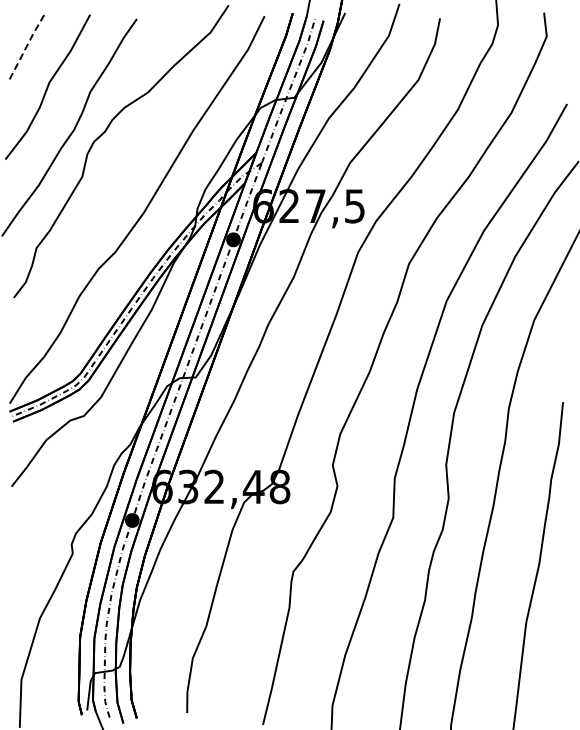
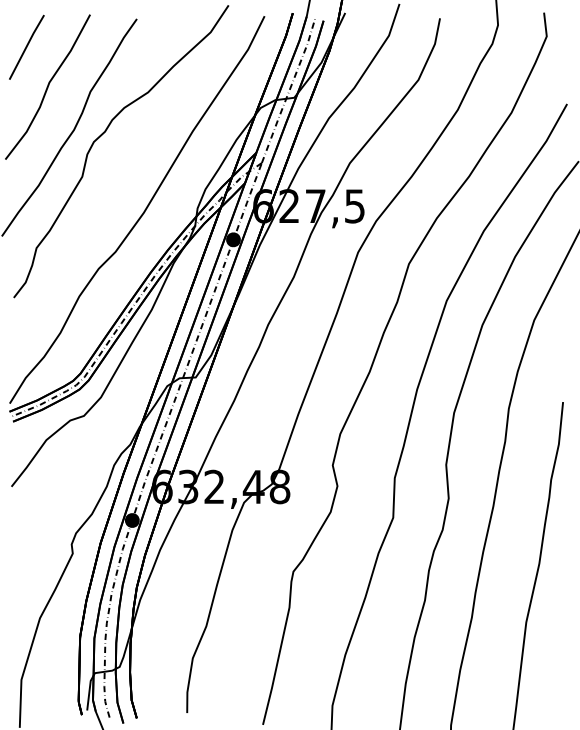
line at (26, 46): dashed -> solid
